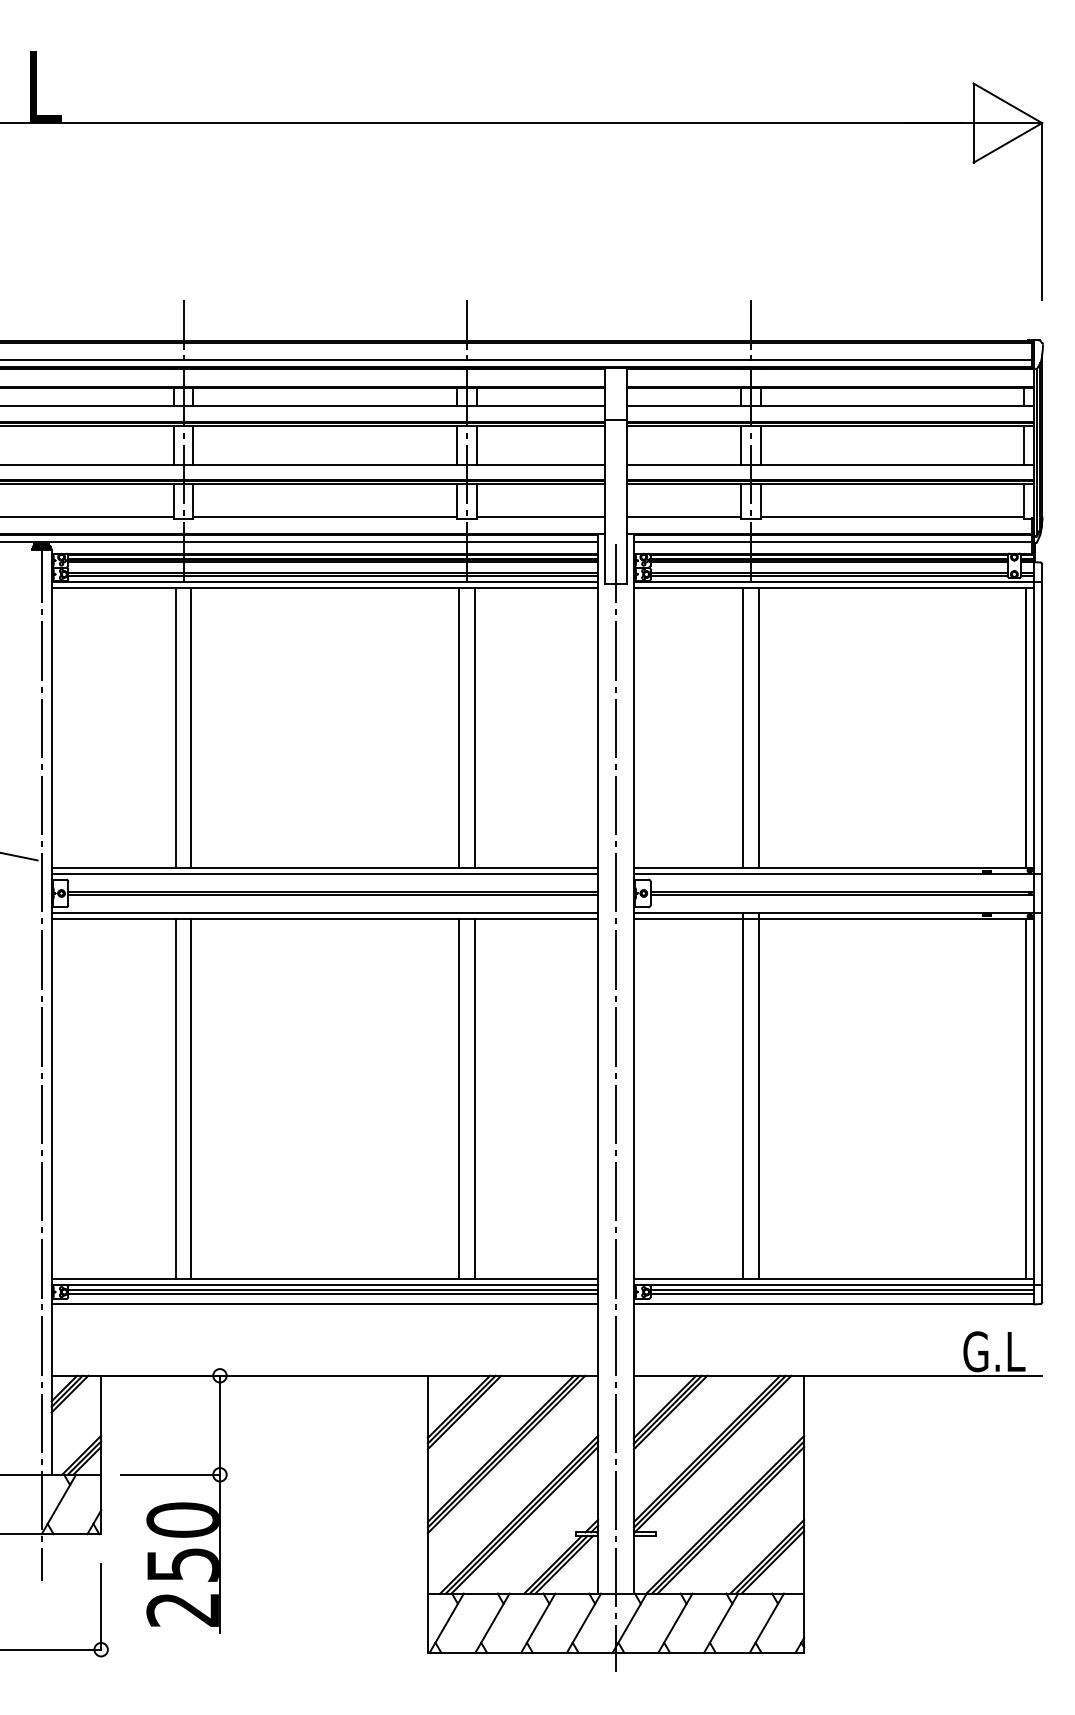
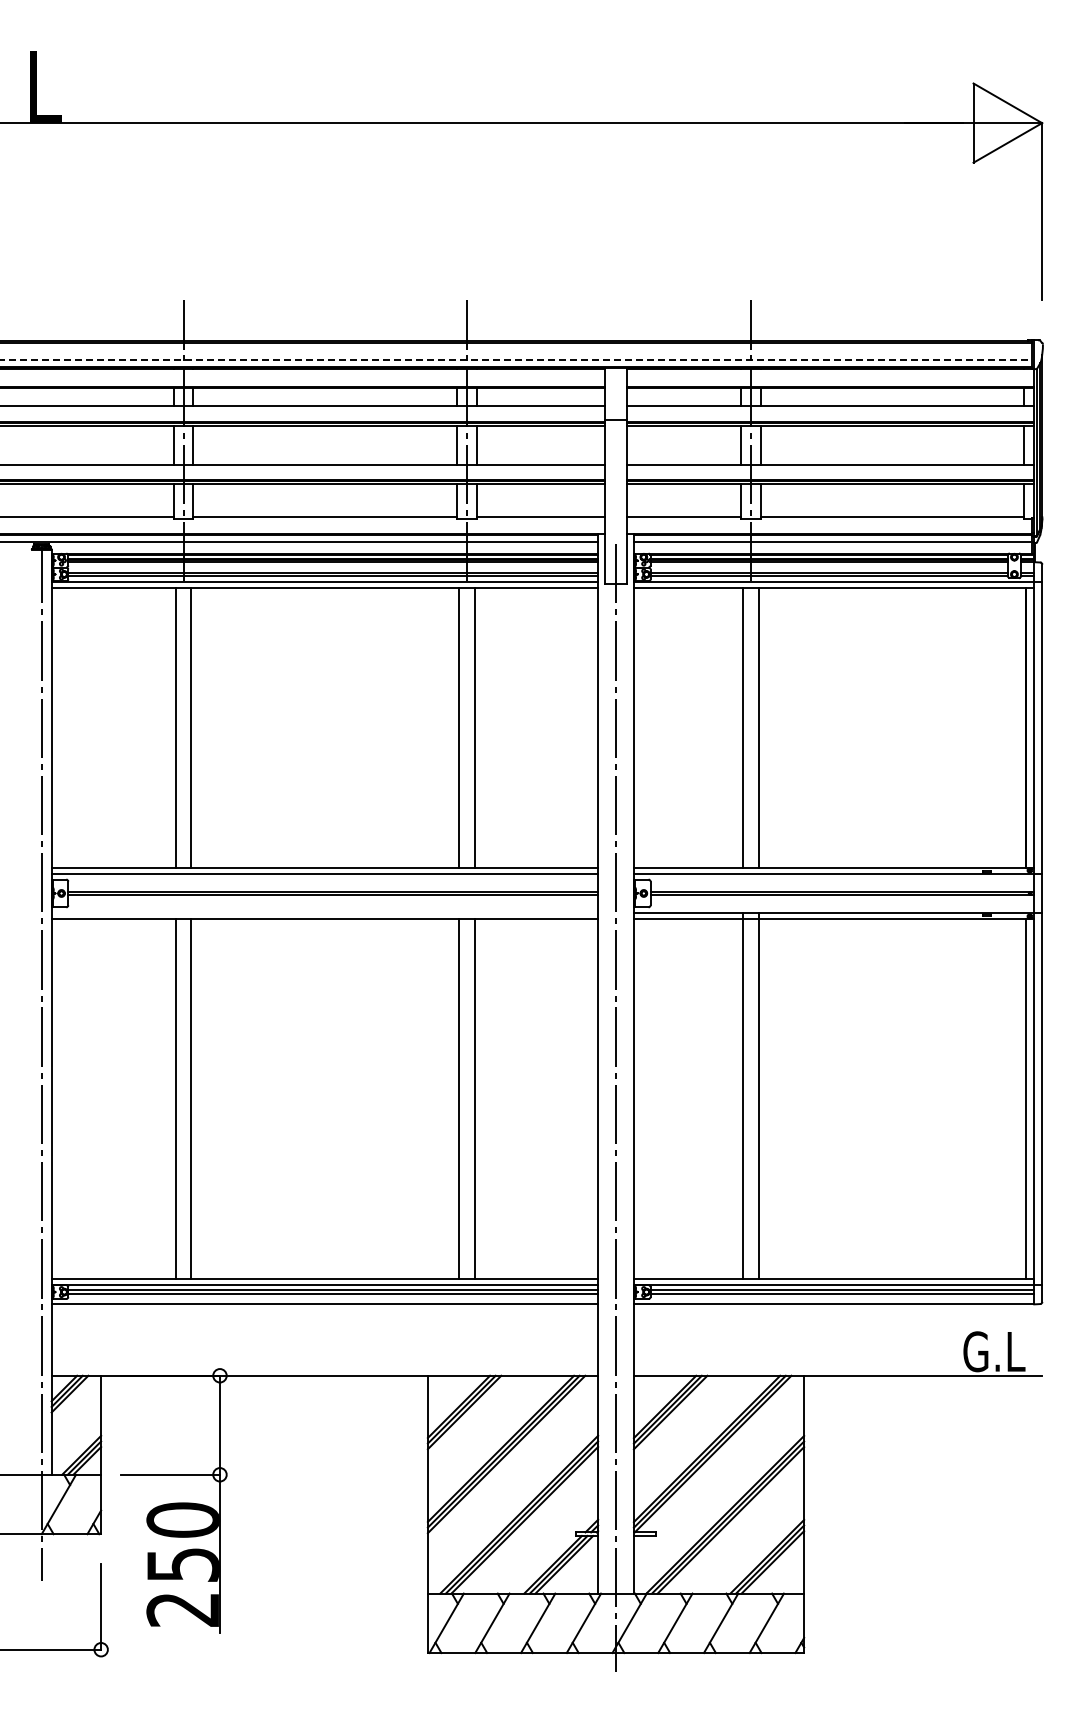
line at (516, 360): solid -> dashed
line at (19, 856): present -> none
line at (324, 913): present -> none
